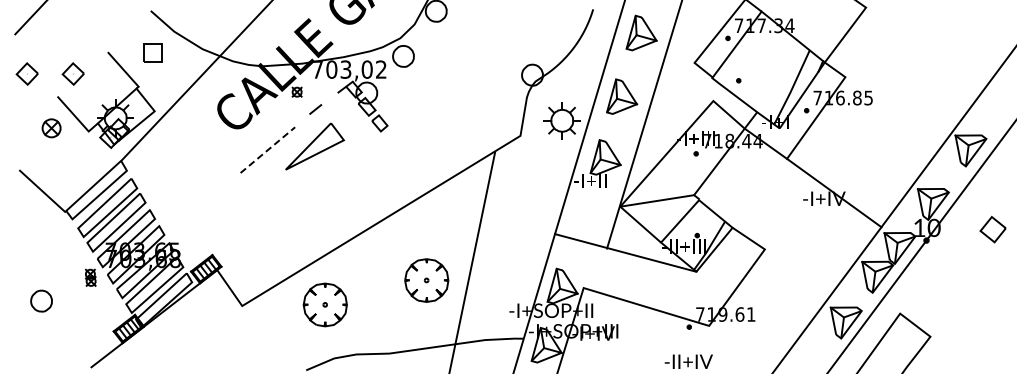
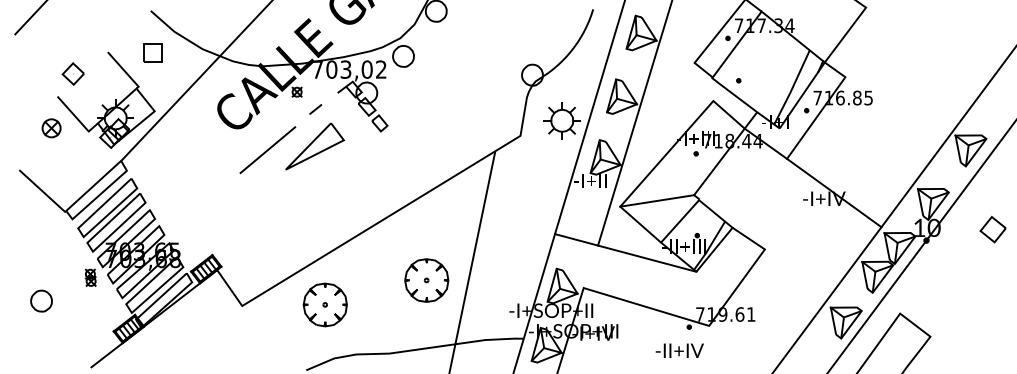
part at (26, 73): present -> none
line at (644, 125) position: (644, 125) -> (634, 123)
line at (267, 150): dashed -> solid
text at (688, 361) position: (688, 361) -> (679, 350)
